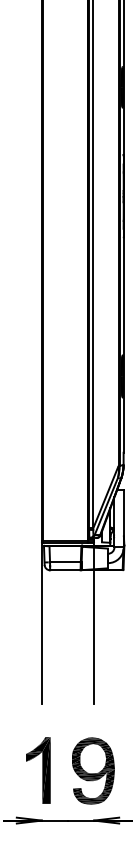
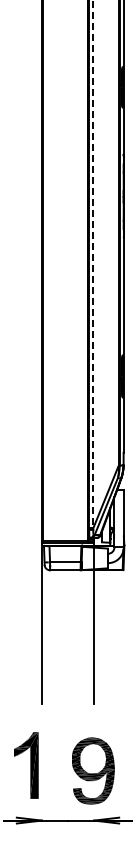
line at (93, 264): solid -> dashed
part at (38, 770) position: (38, 770) -> (26, 765)
